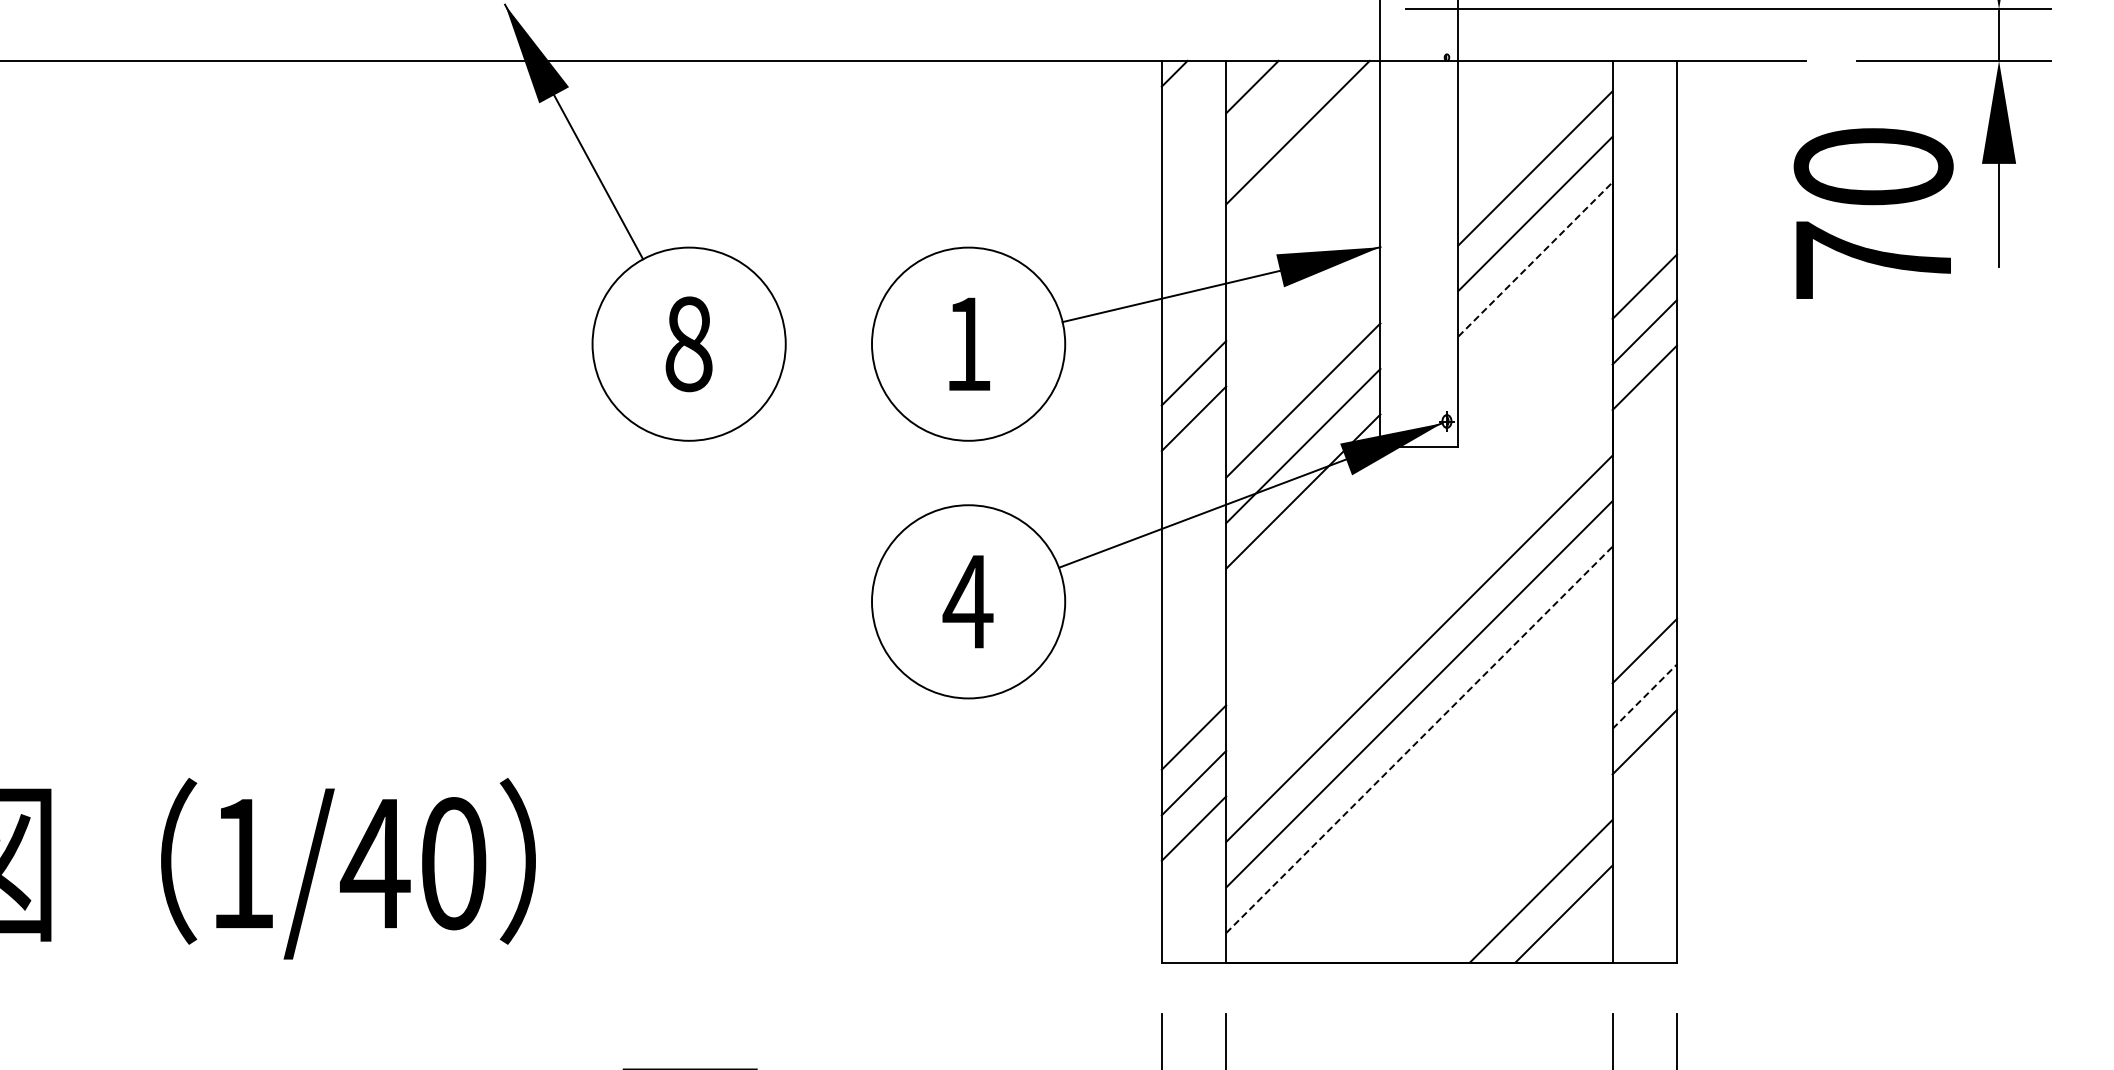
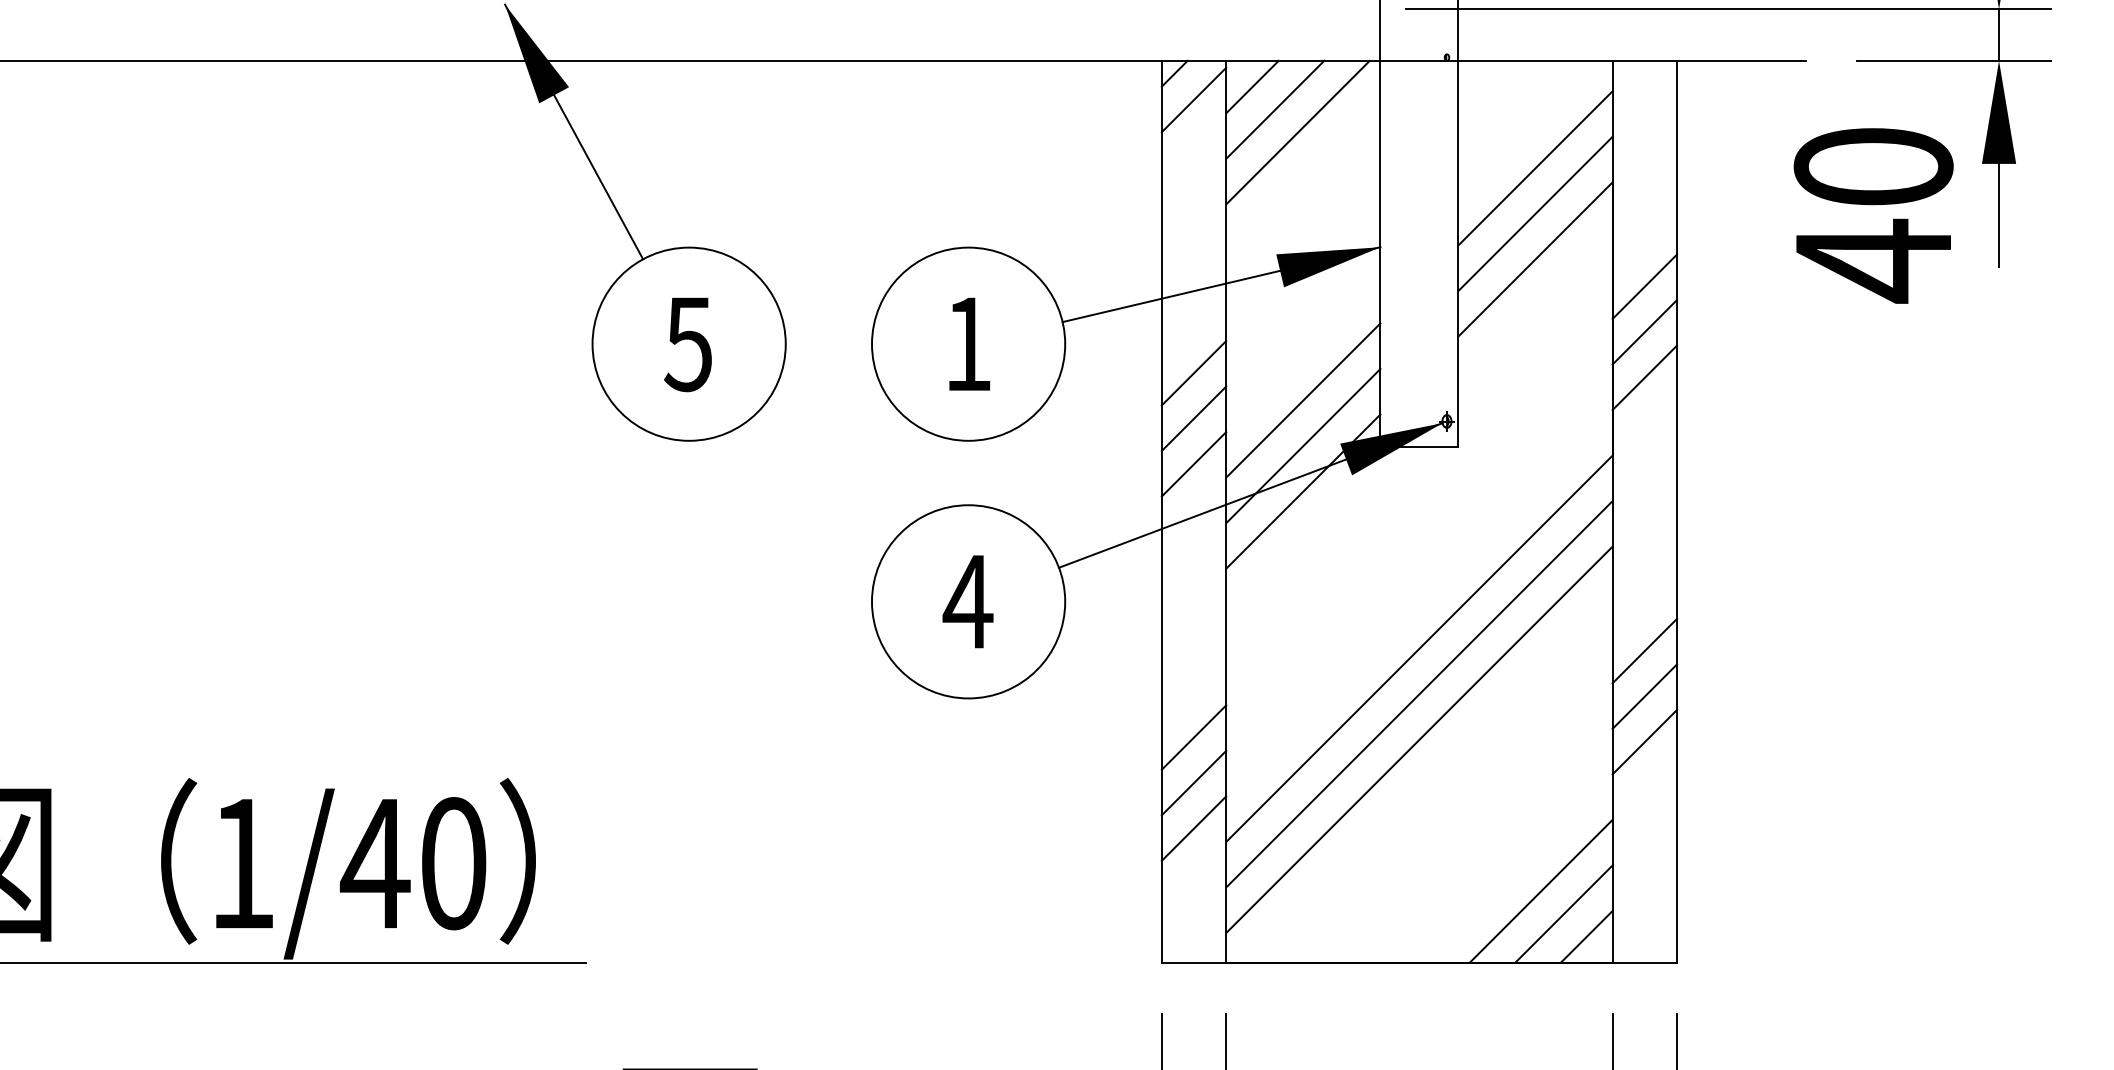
line at (1193, 99): none -> present
line at (1275, 109): none -> present
line at (1535, 259): dashed -> solid
text at (1873, 260): 70 -> 40
text at (688, 344): 8 -> 5
line at (1193, 464): none -> present
line at (1644, 696): dashed -> solid
line at (1419, 739): dashed -> solid
line at (1586, 936): none -> present
line at (294, 962): none -> present
